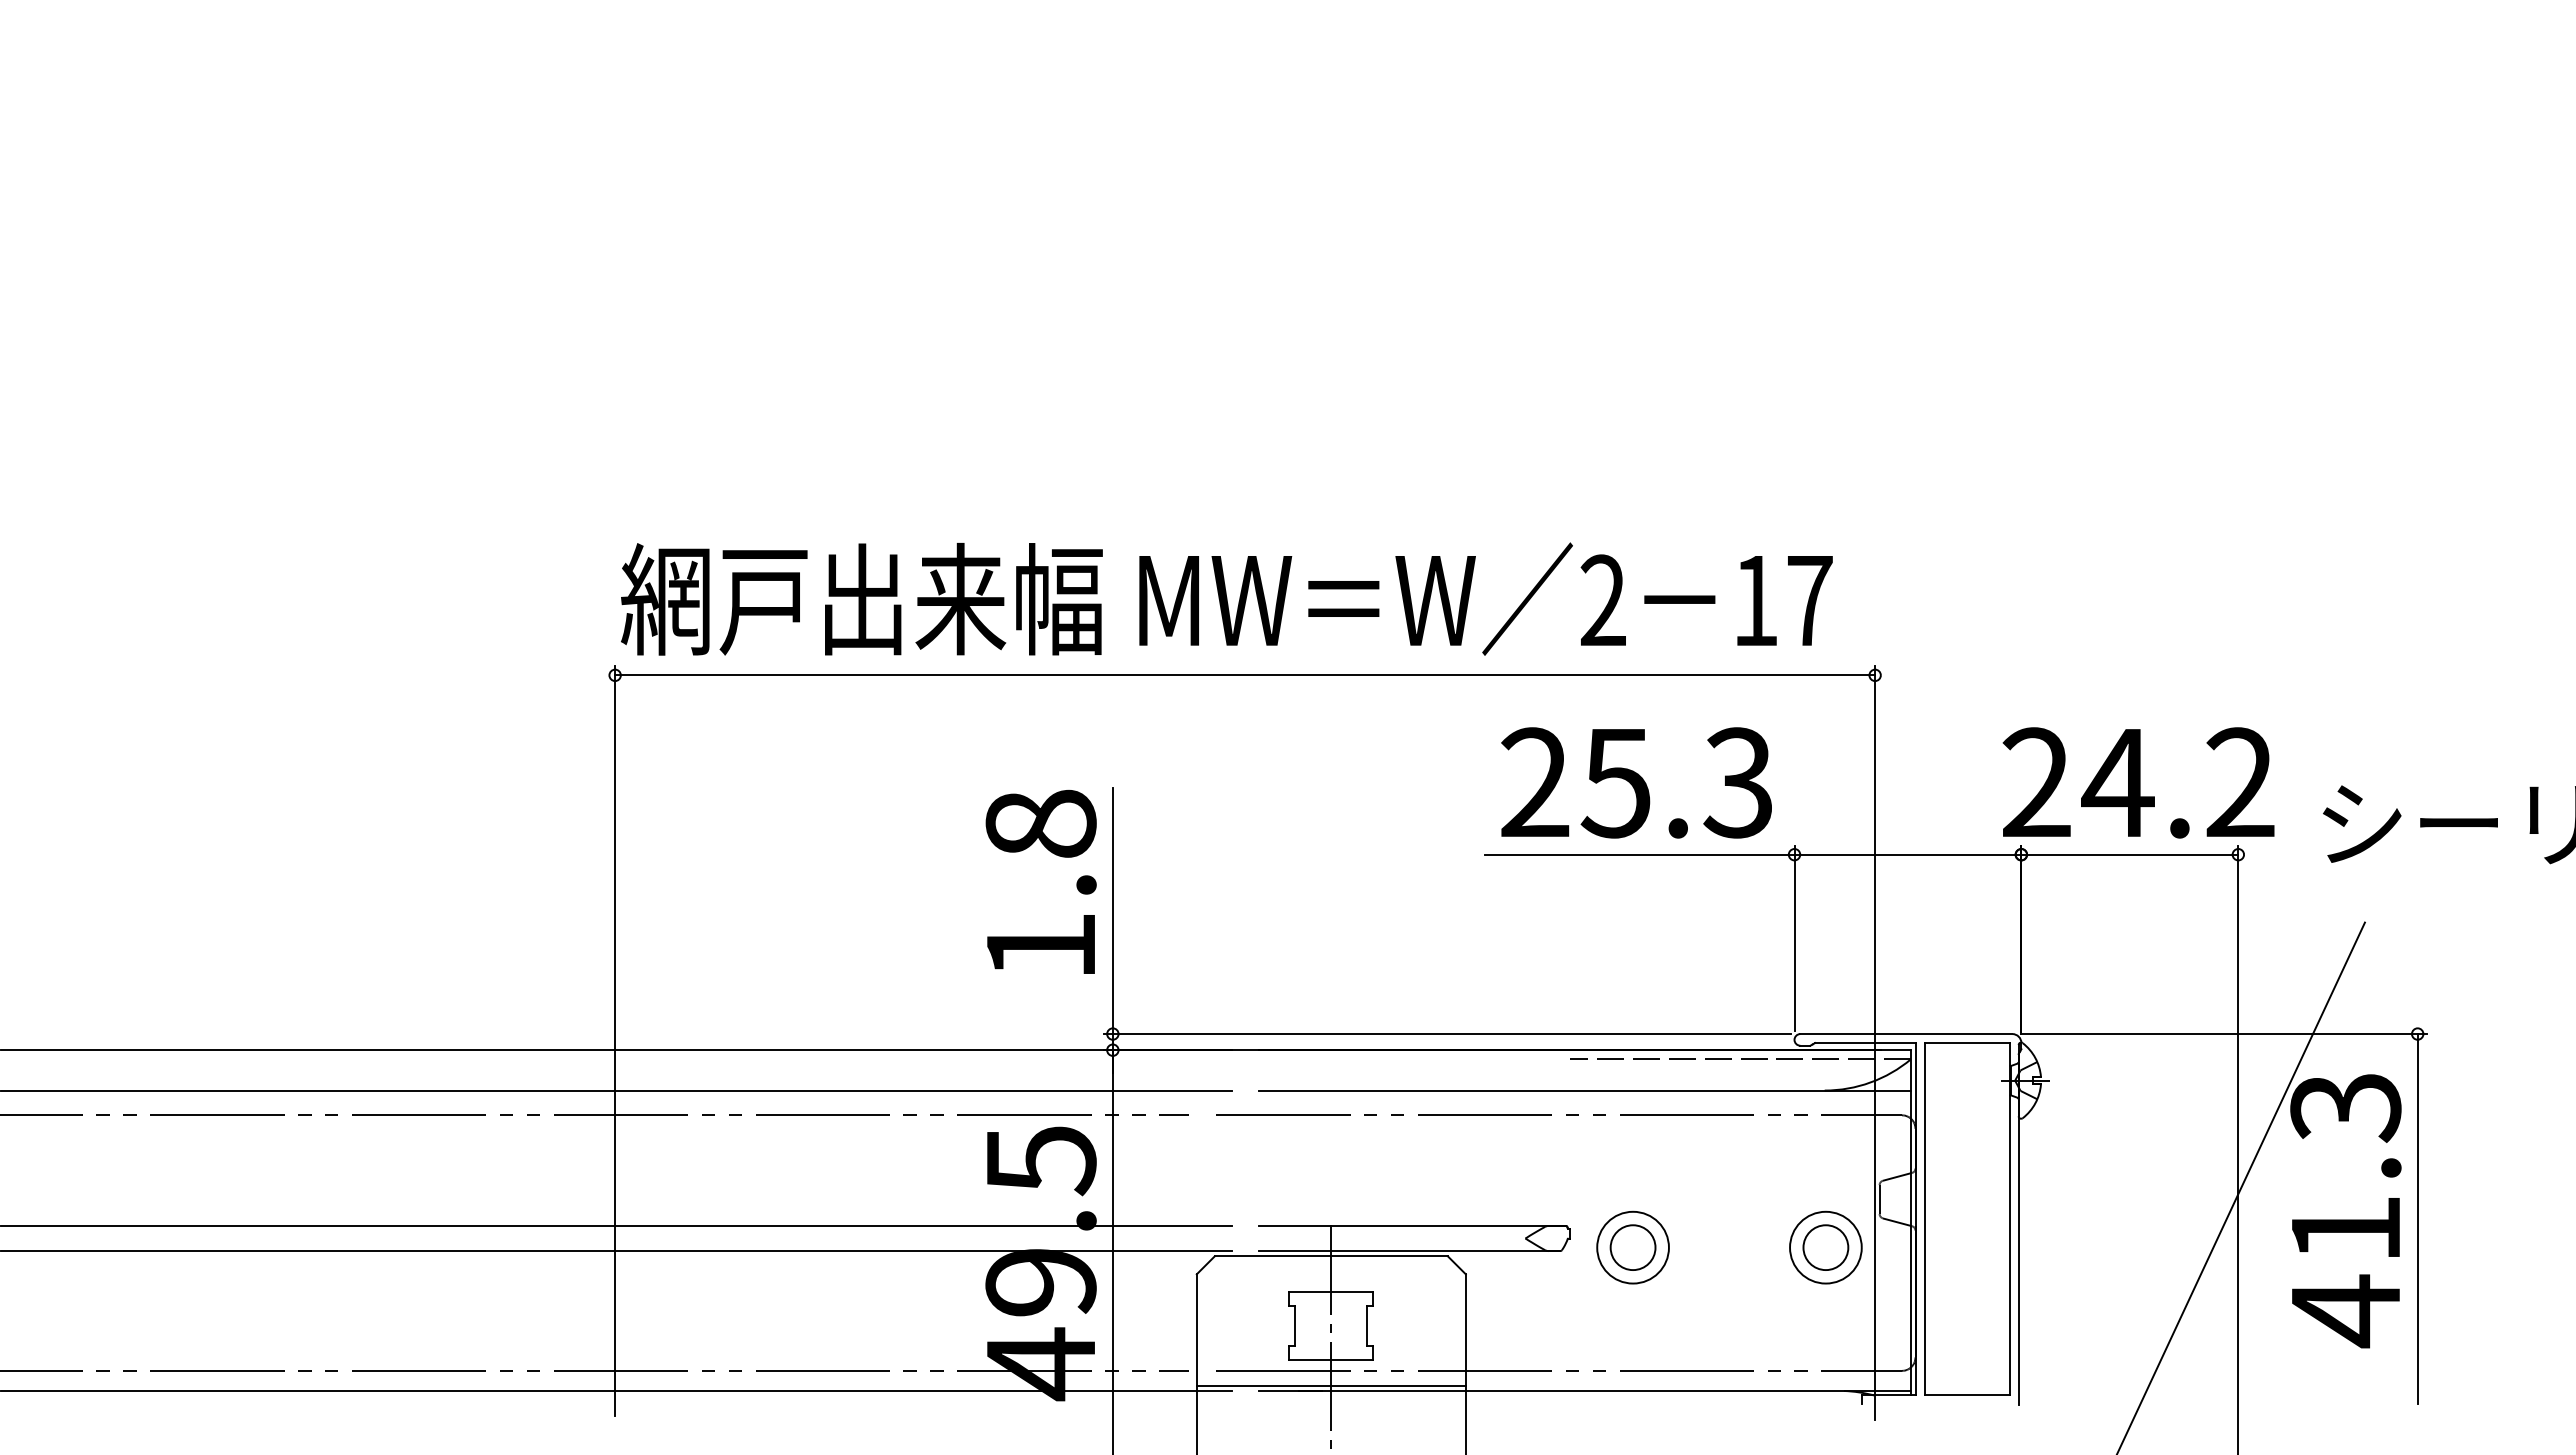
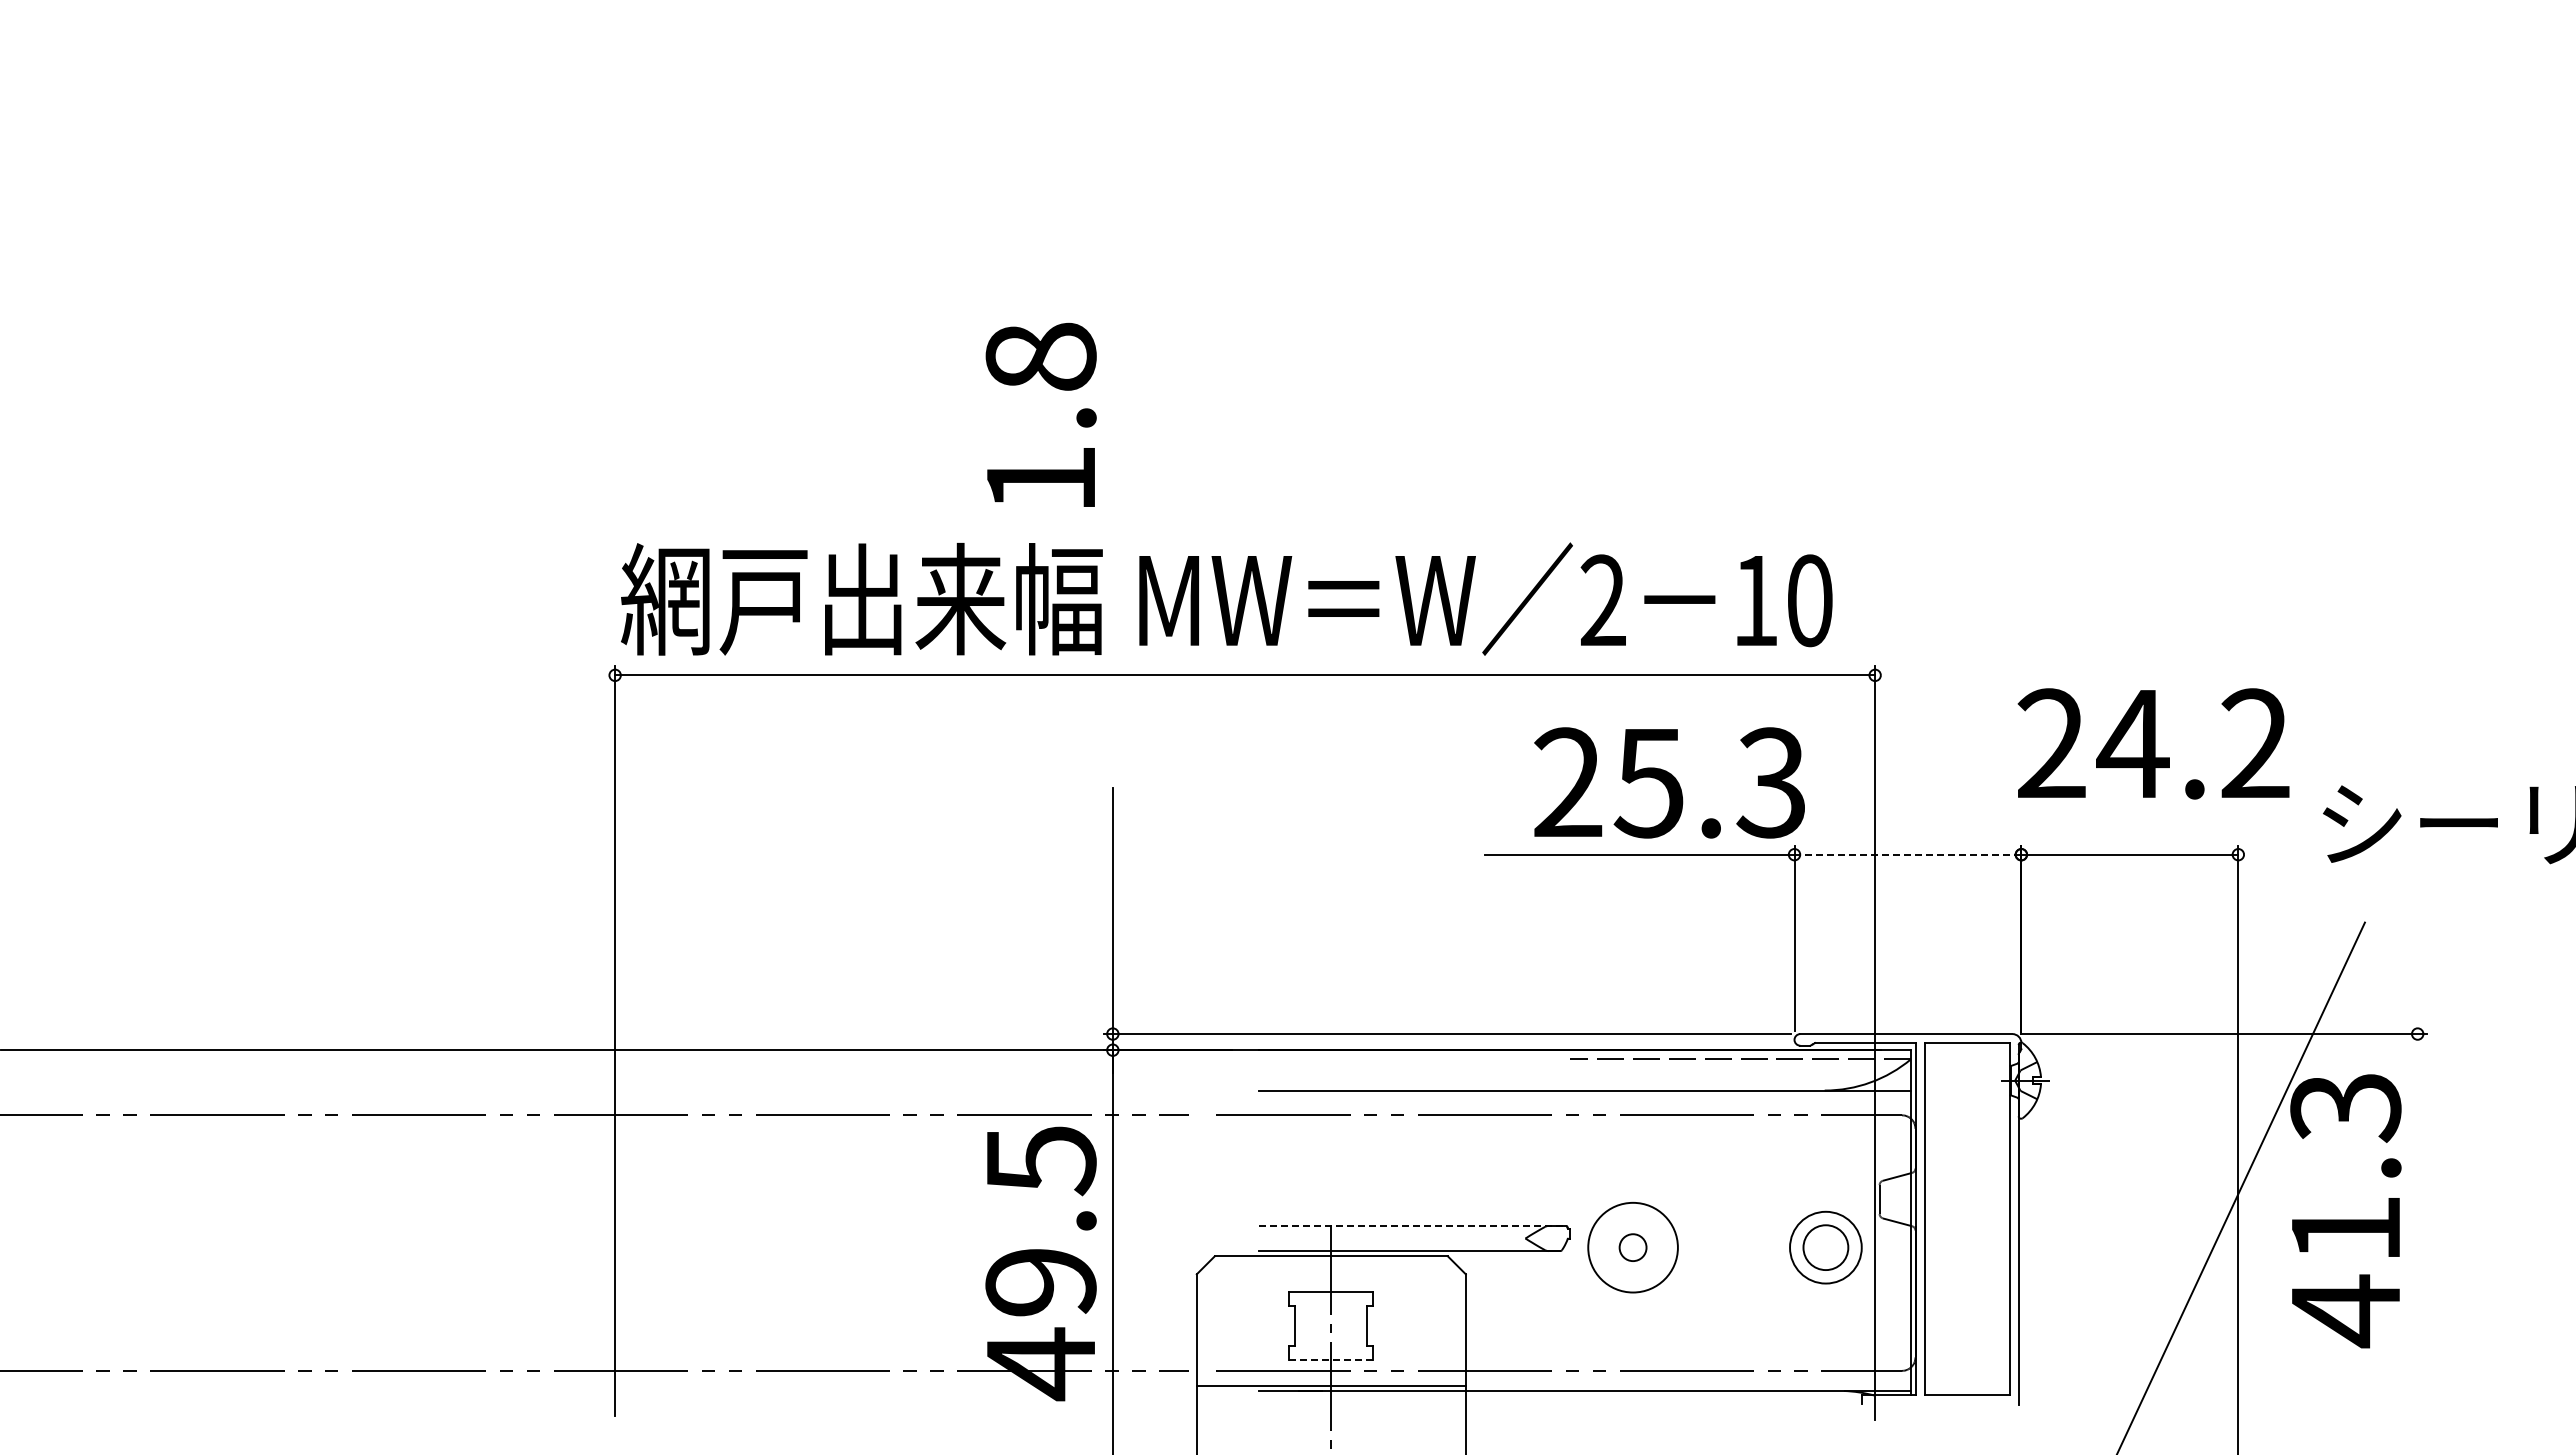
text at (1810, 600): 17 -> 10
text at (1636, 782) position: (1636, 782) -> (1669, 782)
text at (2138, 782) position: (2138, 782) -> (2153, 743)
line at (1907, 854): solid -> dashed
text at (1040, 881) position: (1040, 881) -> (1040, 414)
line at (616, 1090): present -> none
line at (2417, 1219): present -> none
line at (616, 1225): present -> none
line at (1412, 1225): solid -> dashed
circle at (1632, 1247) diameter: 45 px -> 27 px
circle at (1632, 1247) diameter: 72 px -> 90 px
line at (616, 1251): present -> none
line at (1331, 1359): solid -> dashed
line at (616, 1390): present -> none
